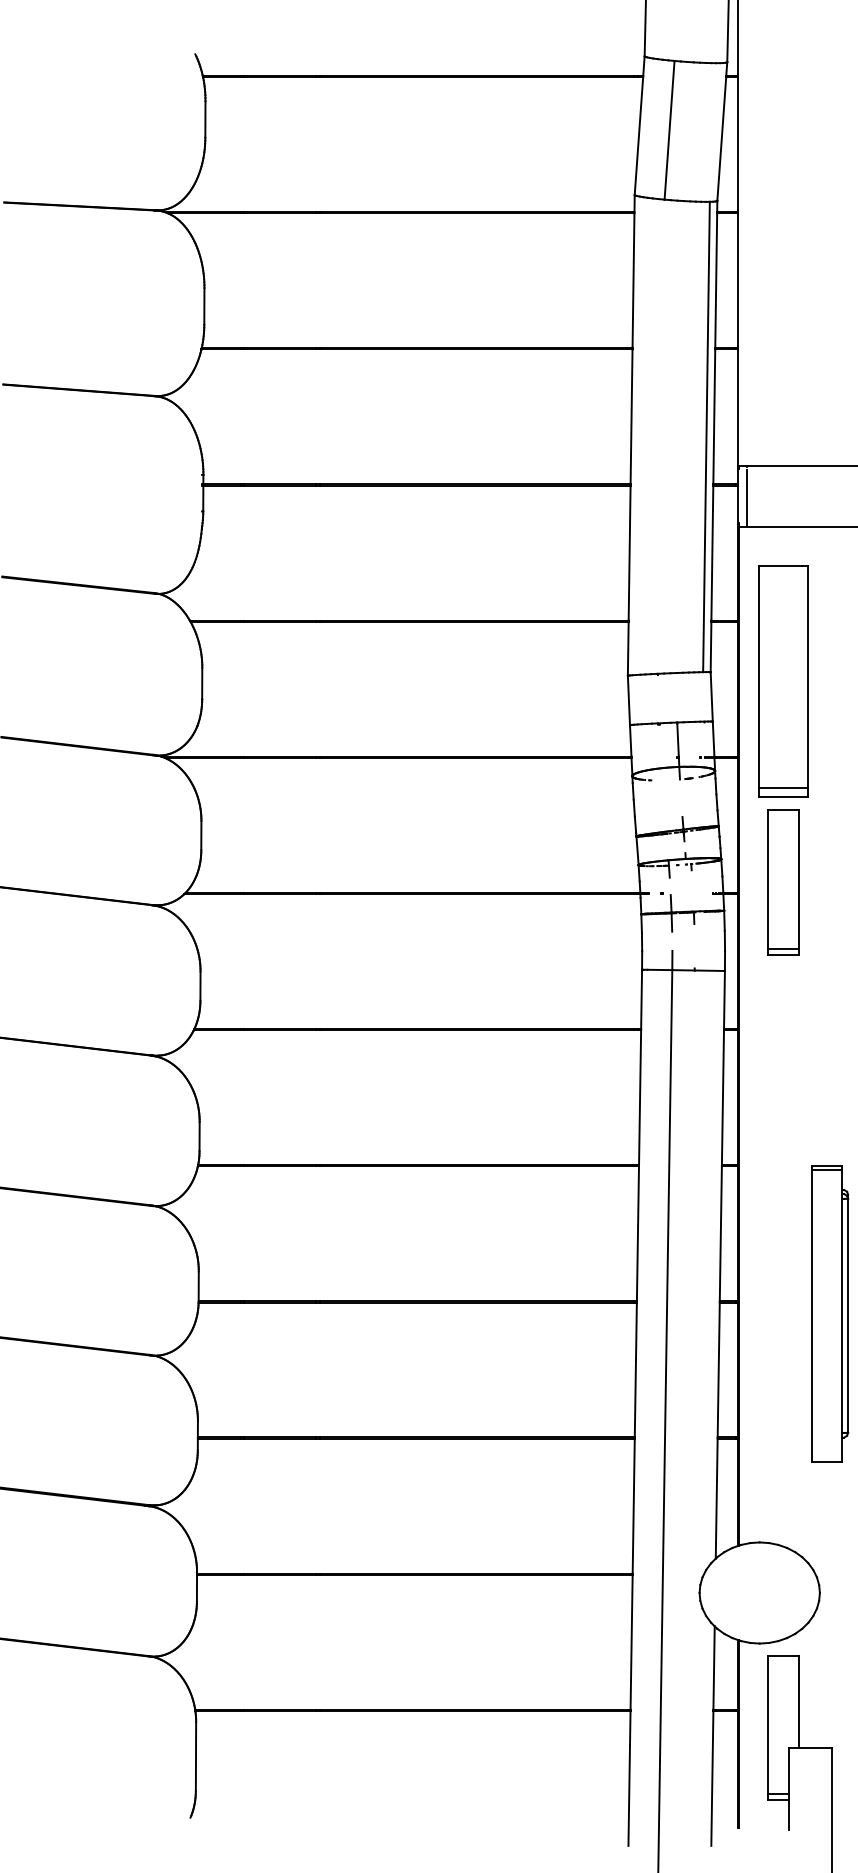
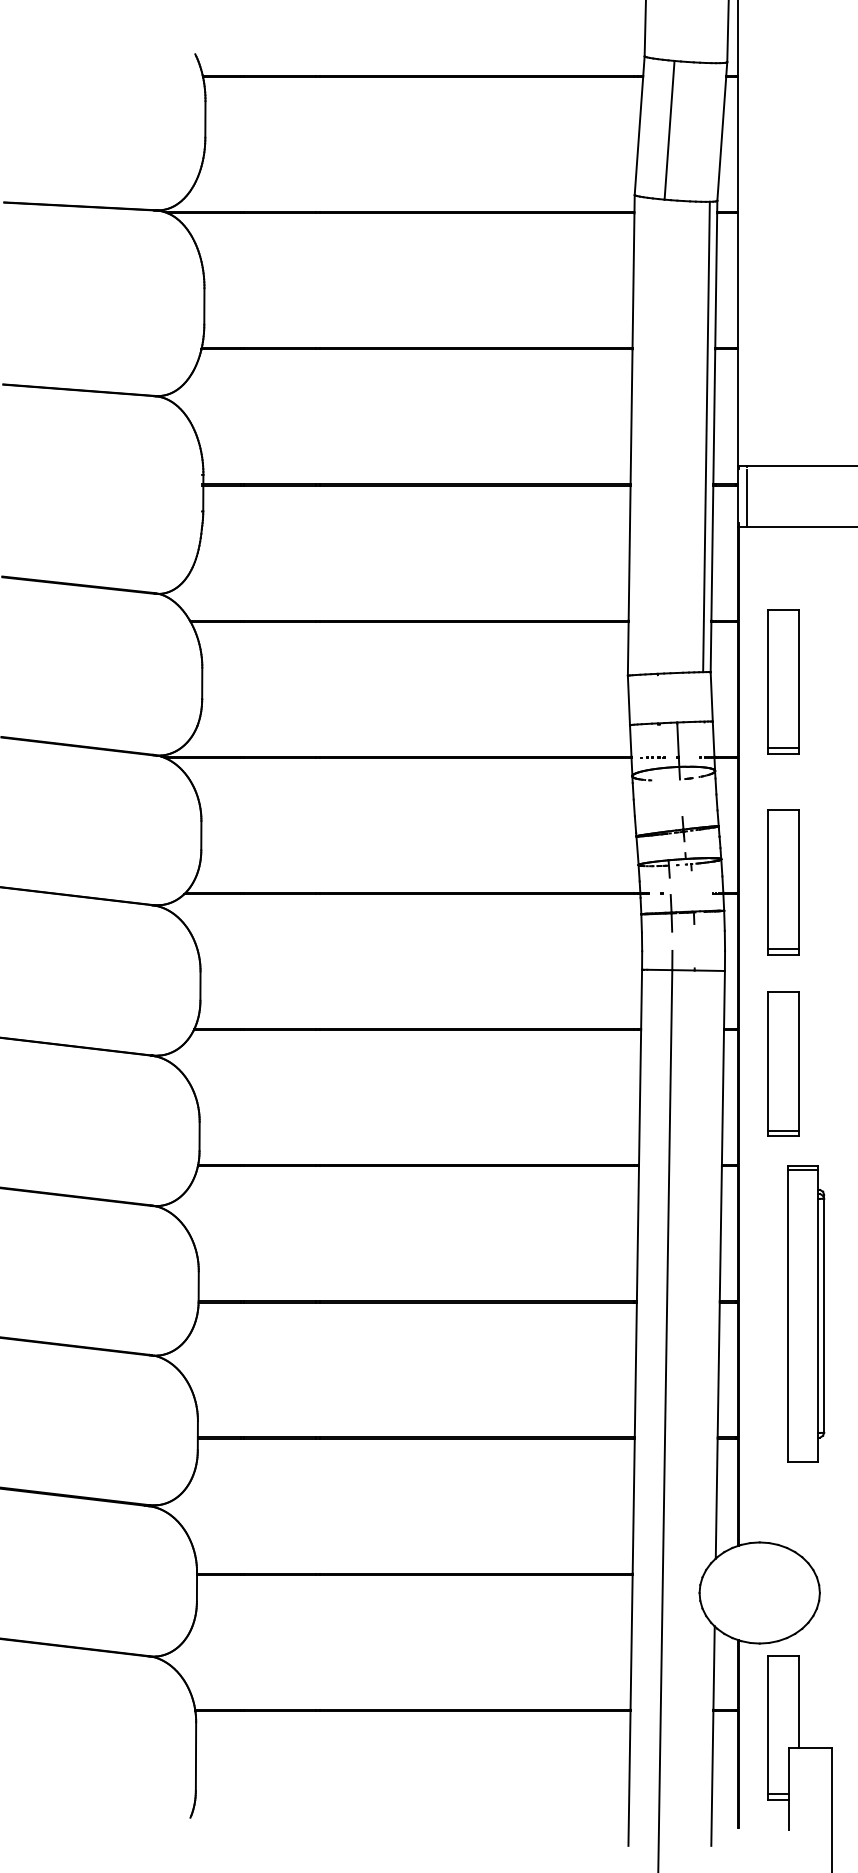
part at (783, 681) size: 51x233 px -> 33x146 px
part at (652, 757): none -> present
part at (783, 1063): none -> present
part at (830, 1313) position: (830, 1313) -> (806, 1313)
